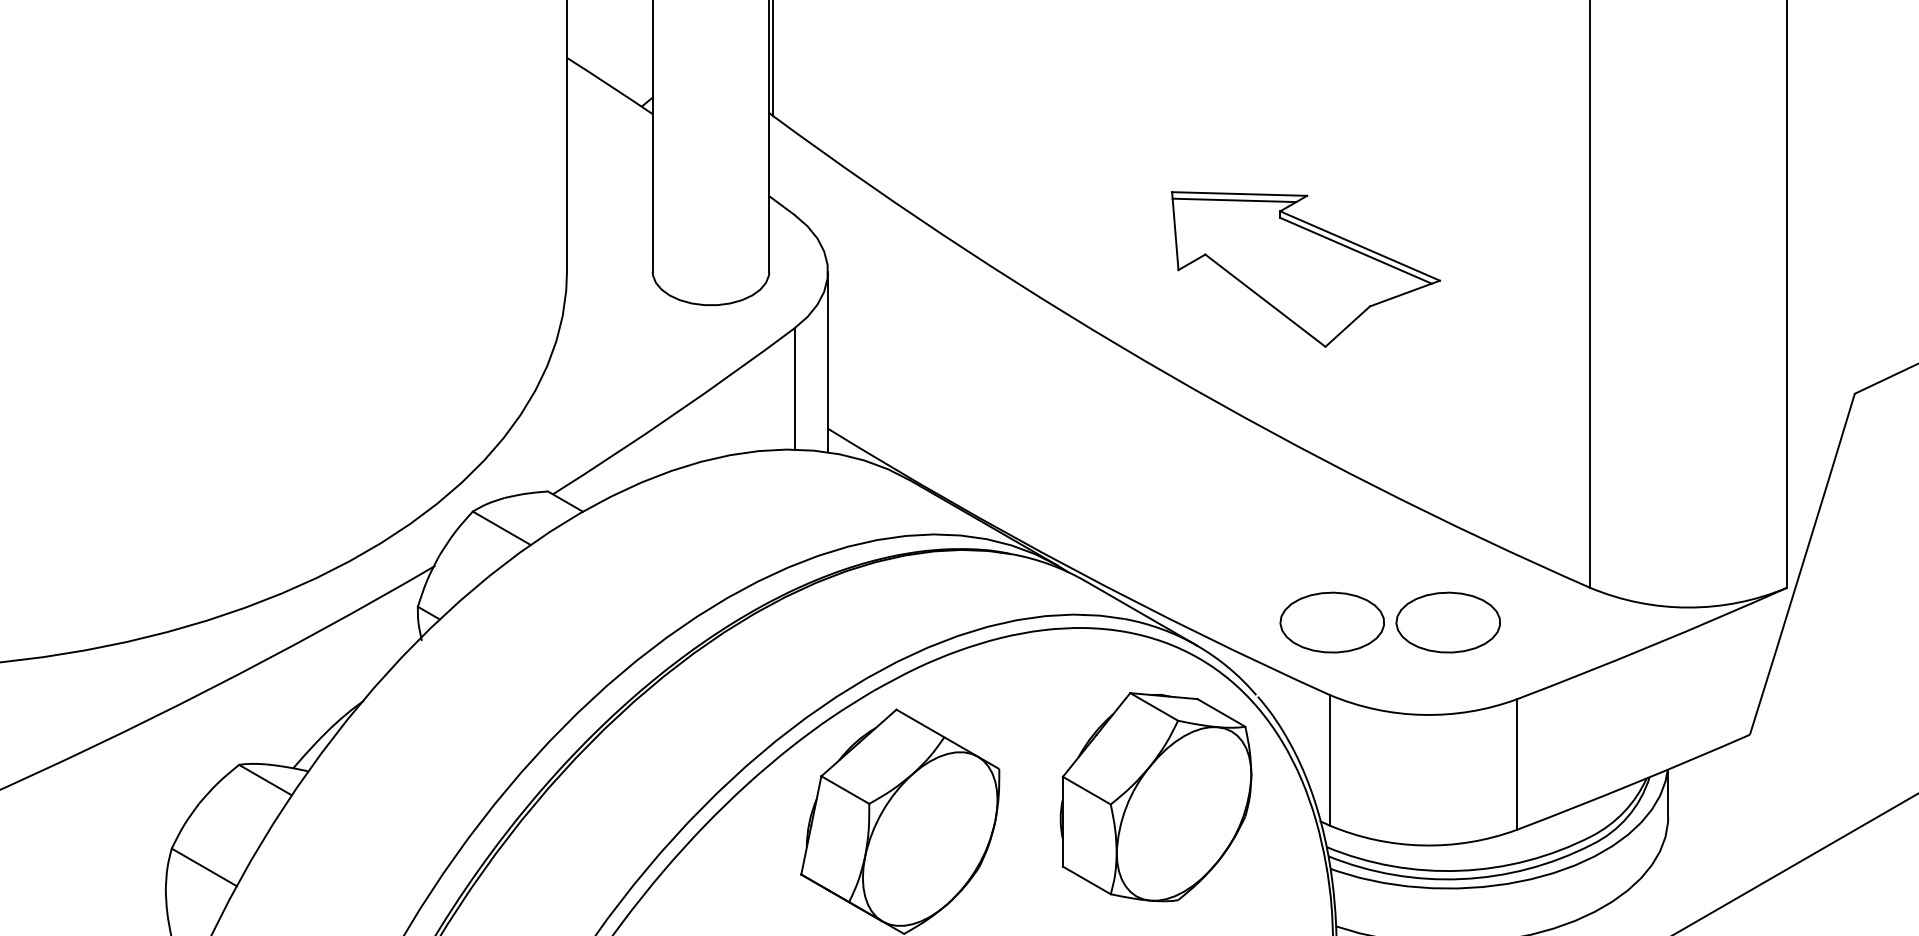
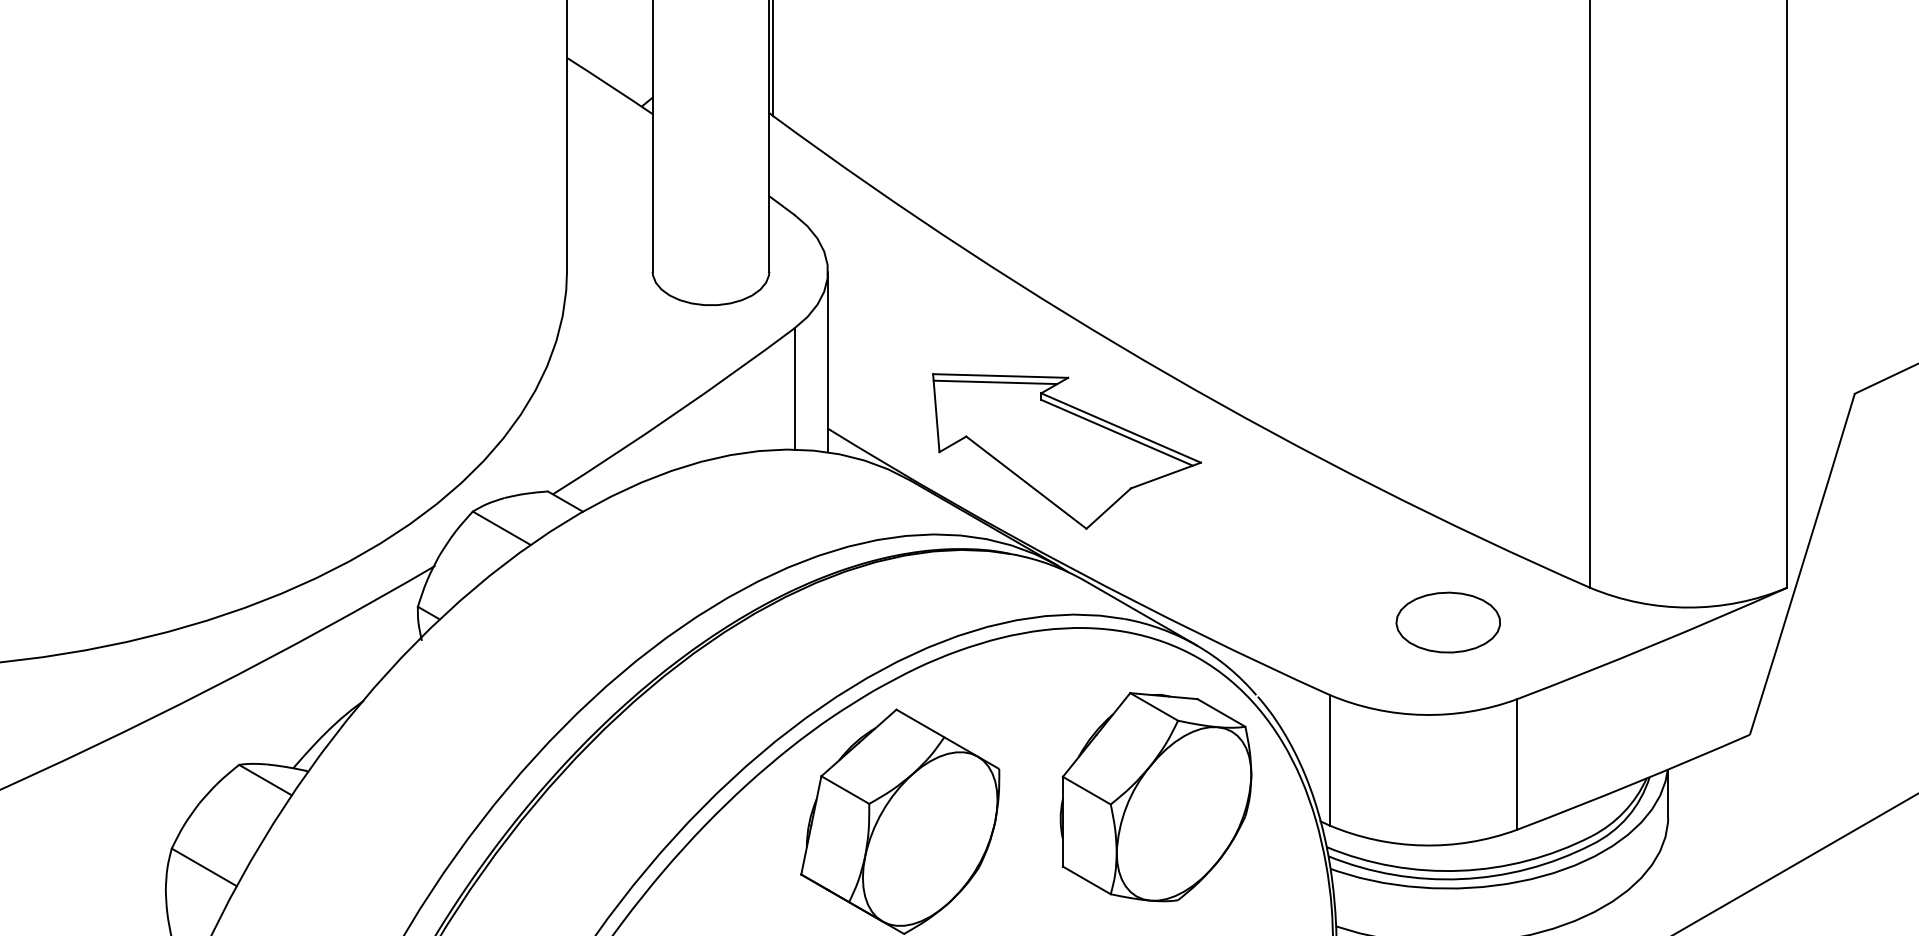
part at (1305, 269) position: (1305, 269) -> (1066, 451)
part at (1331, 622): present -> none
